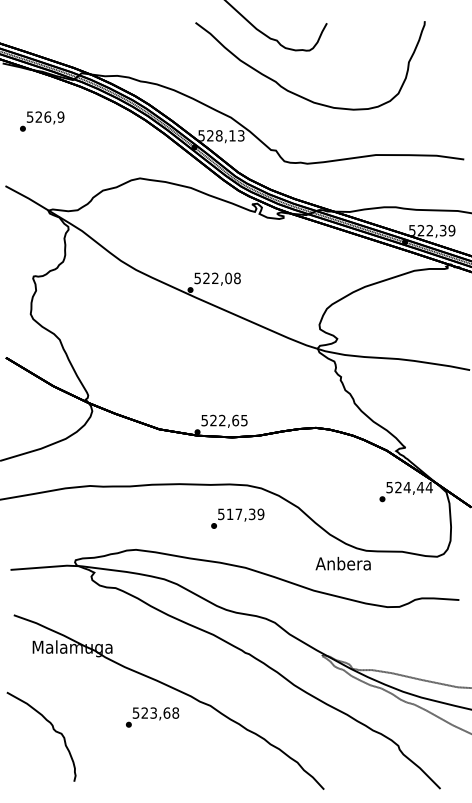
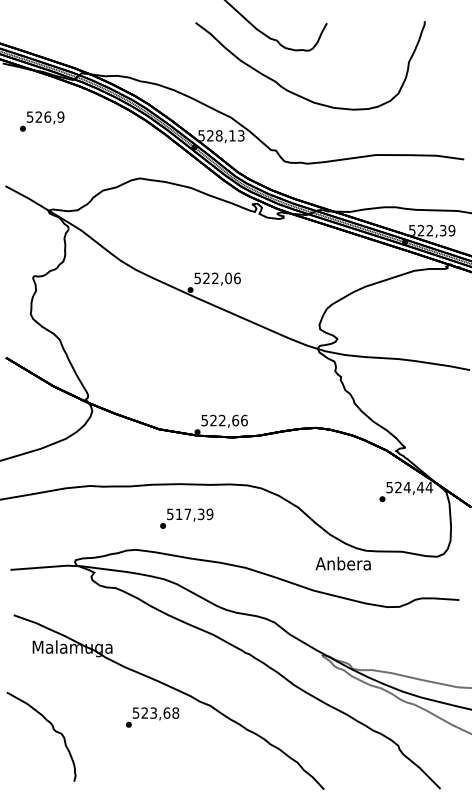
text at (237, 277): 522,08 -> 522,06
text at (244, 420): 522,65 -> 522,66
text at (237, 518) position: (237, 518) -> (186, 518)
